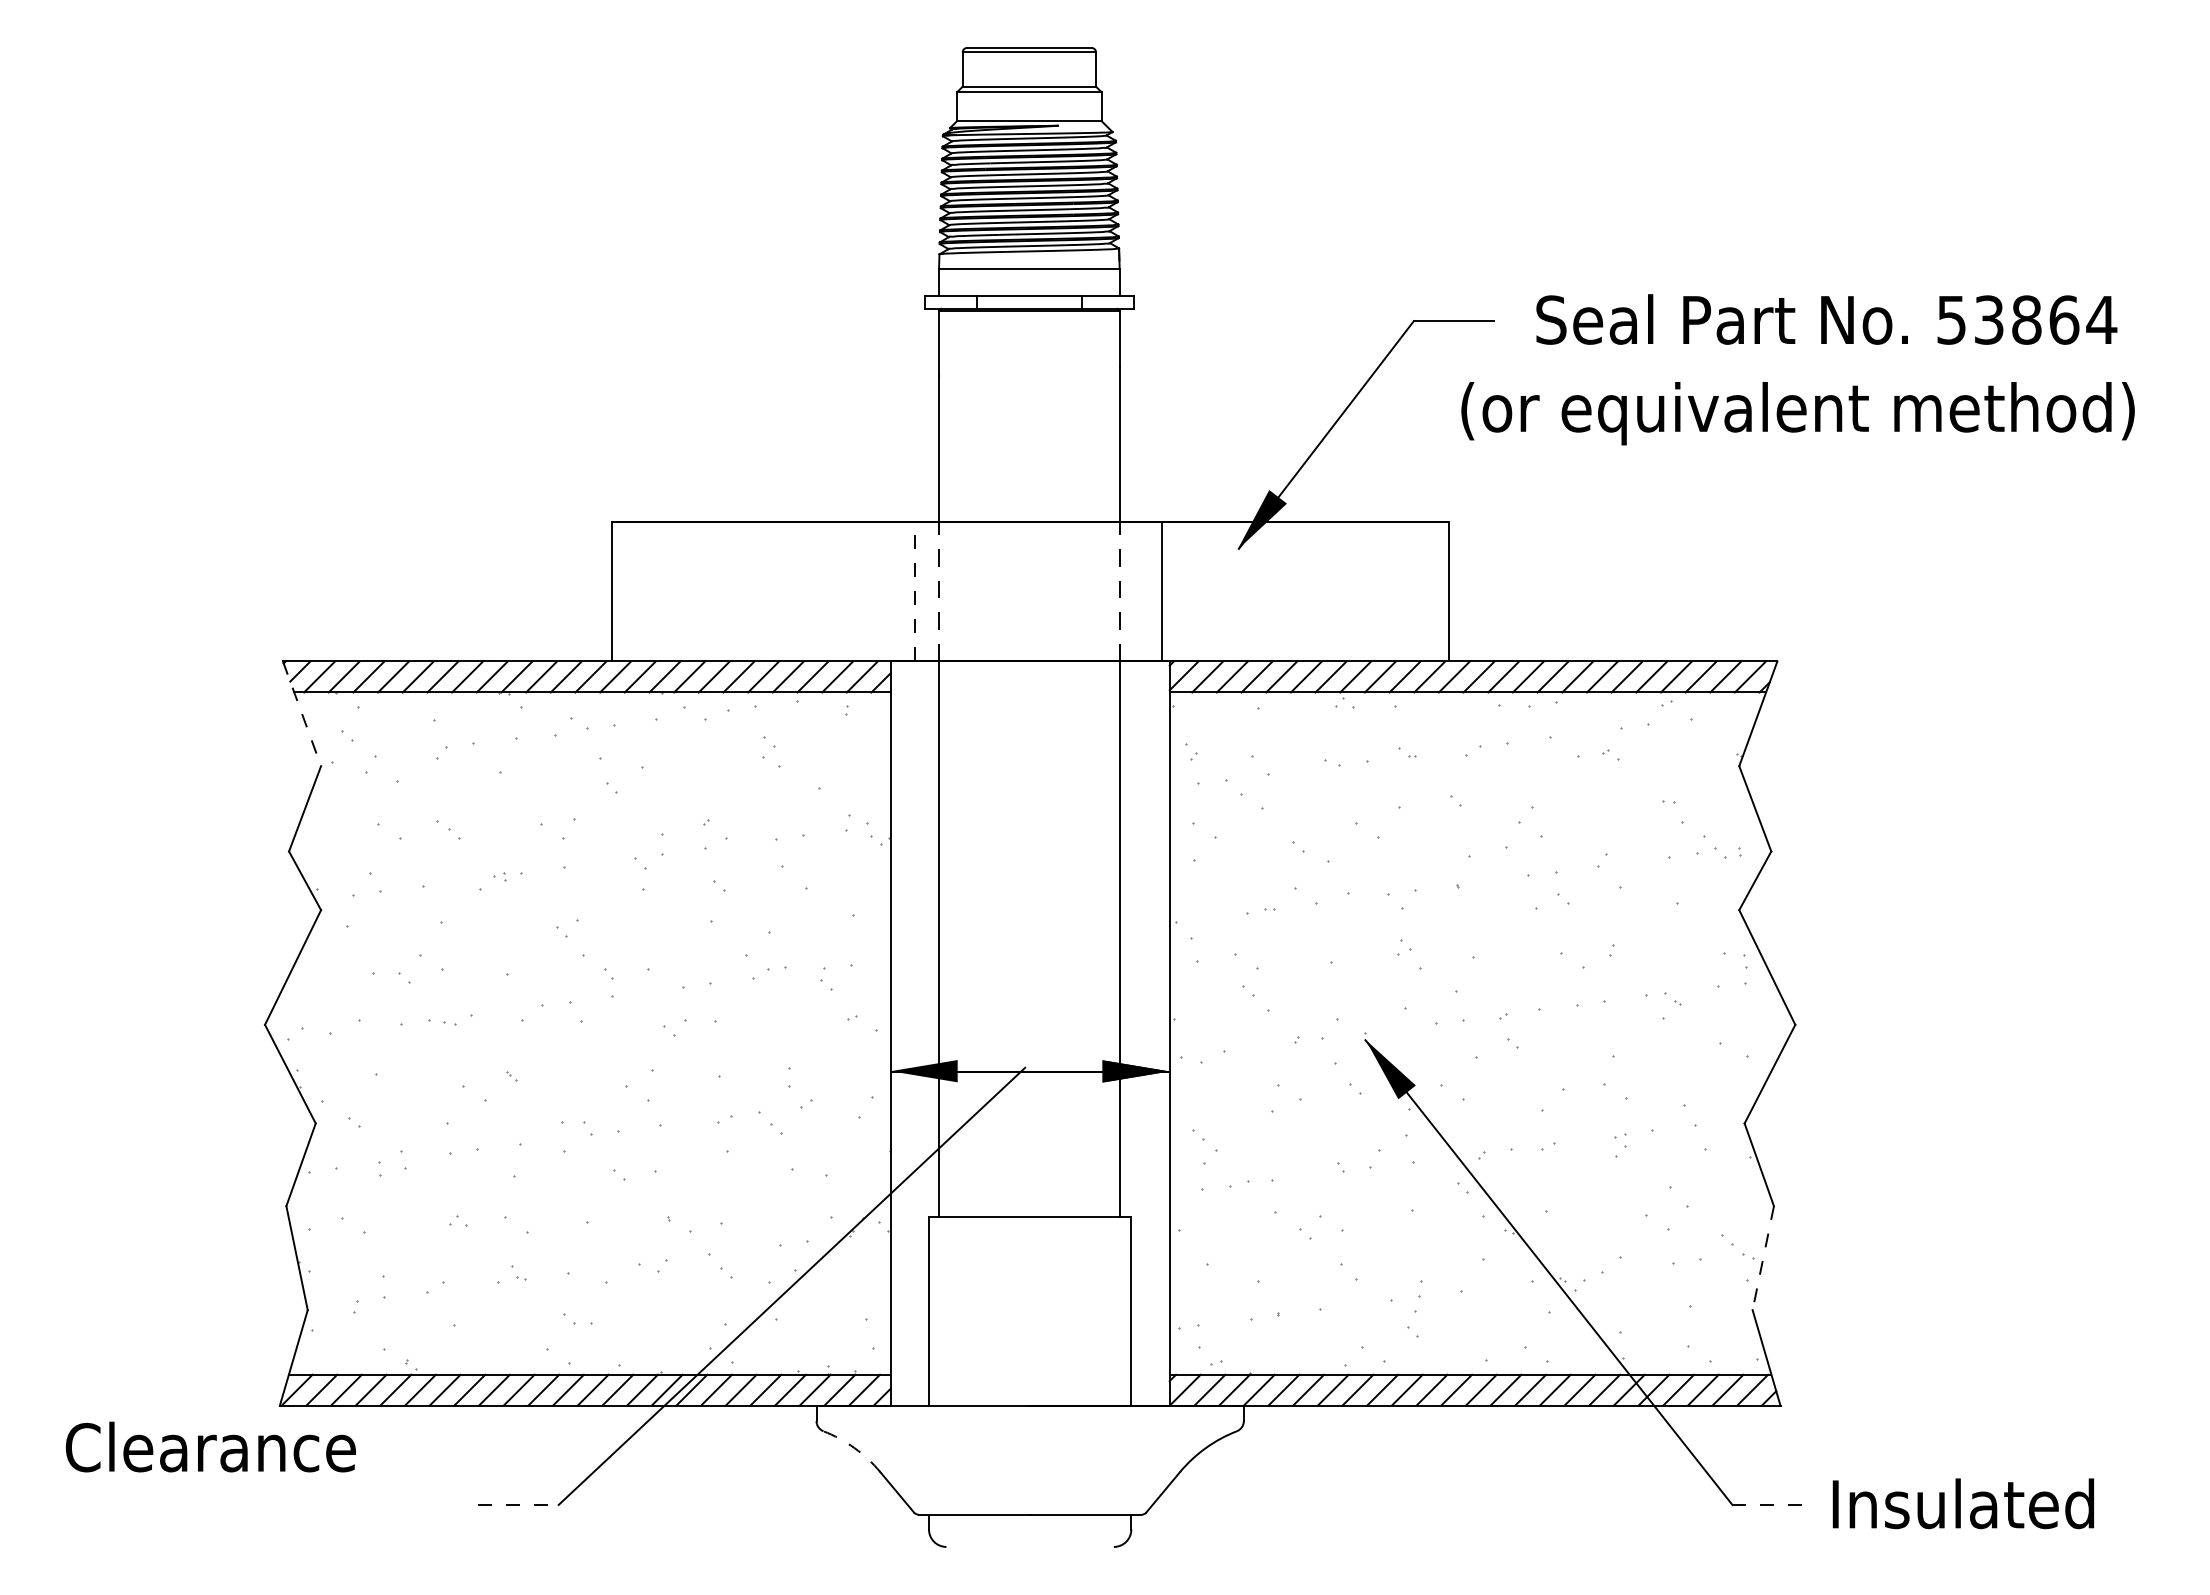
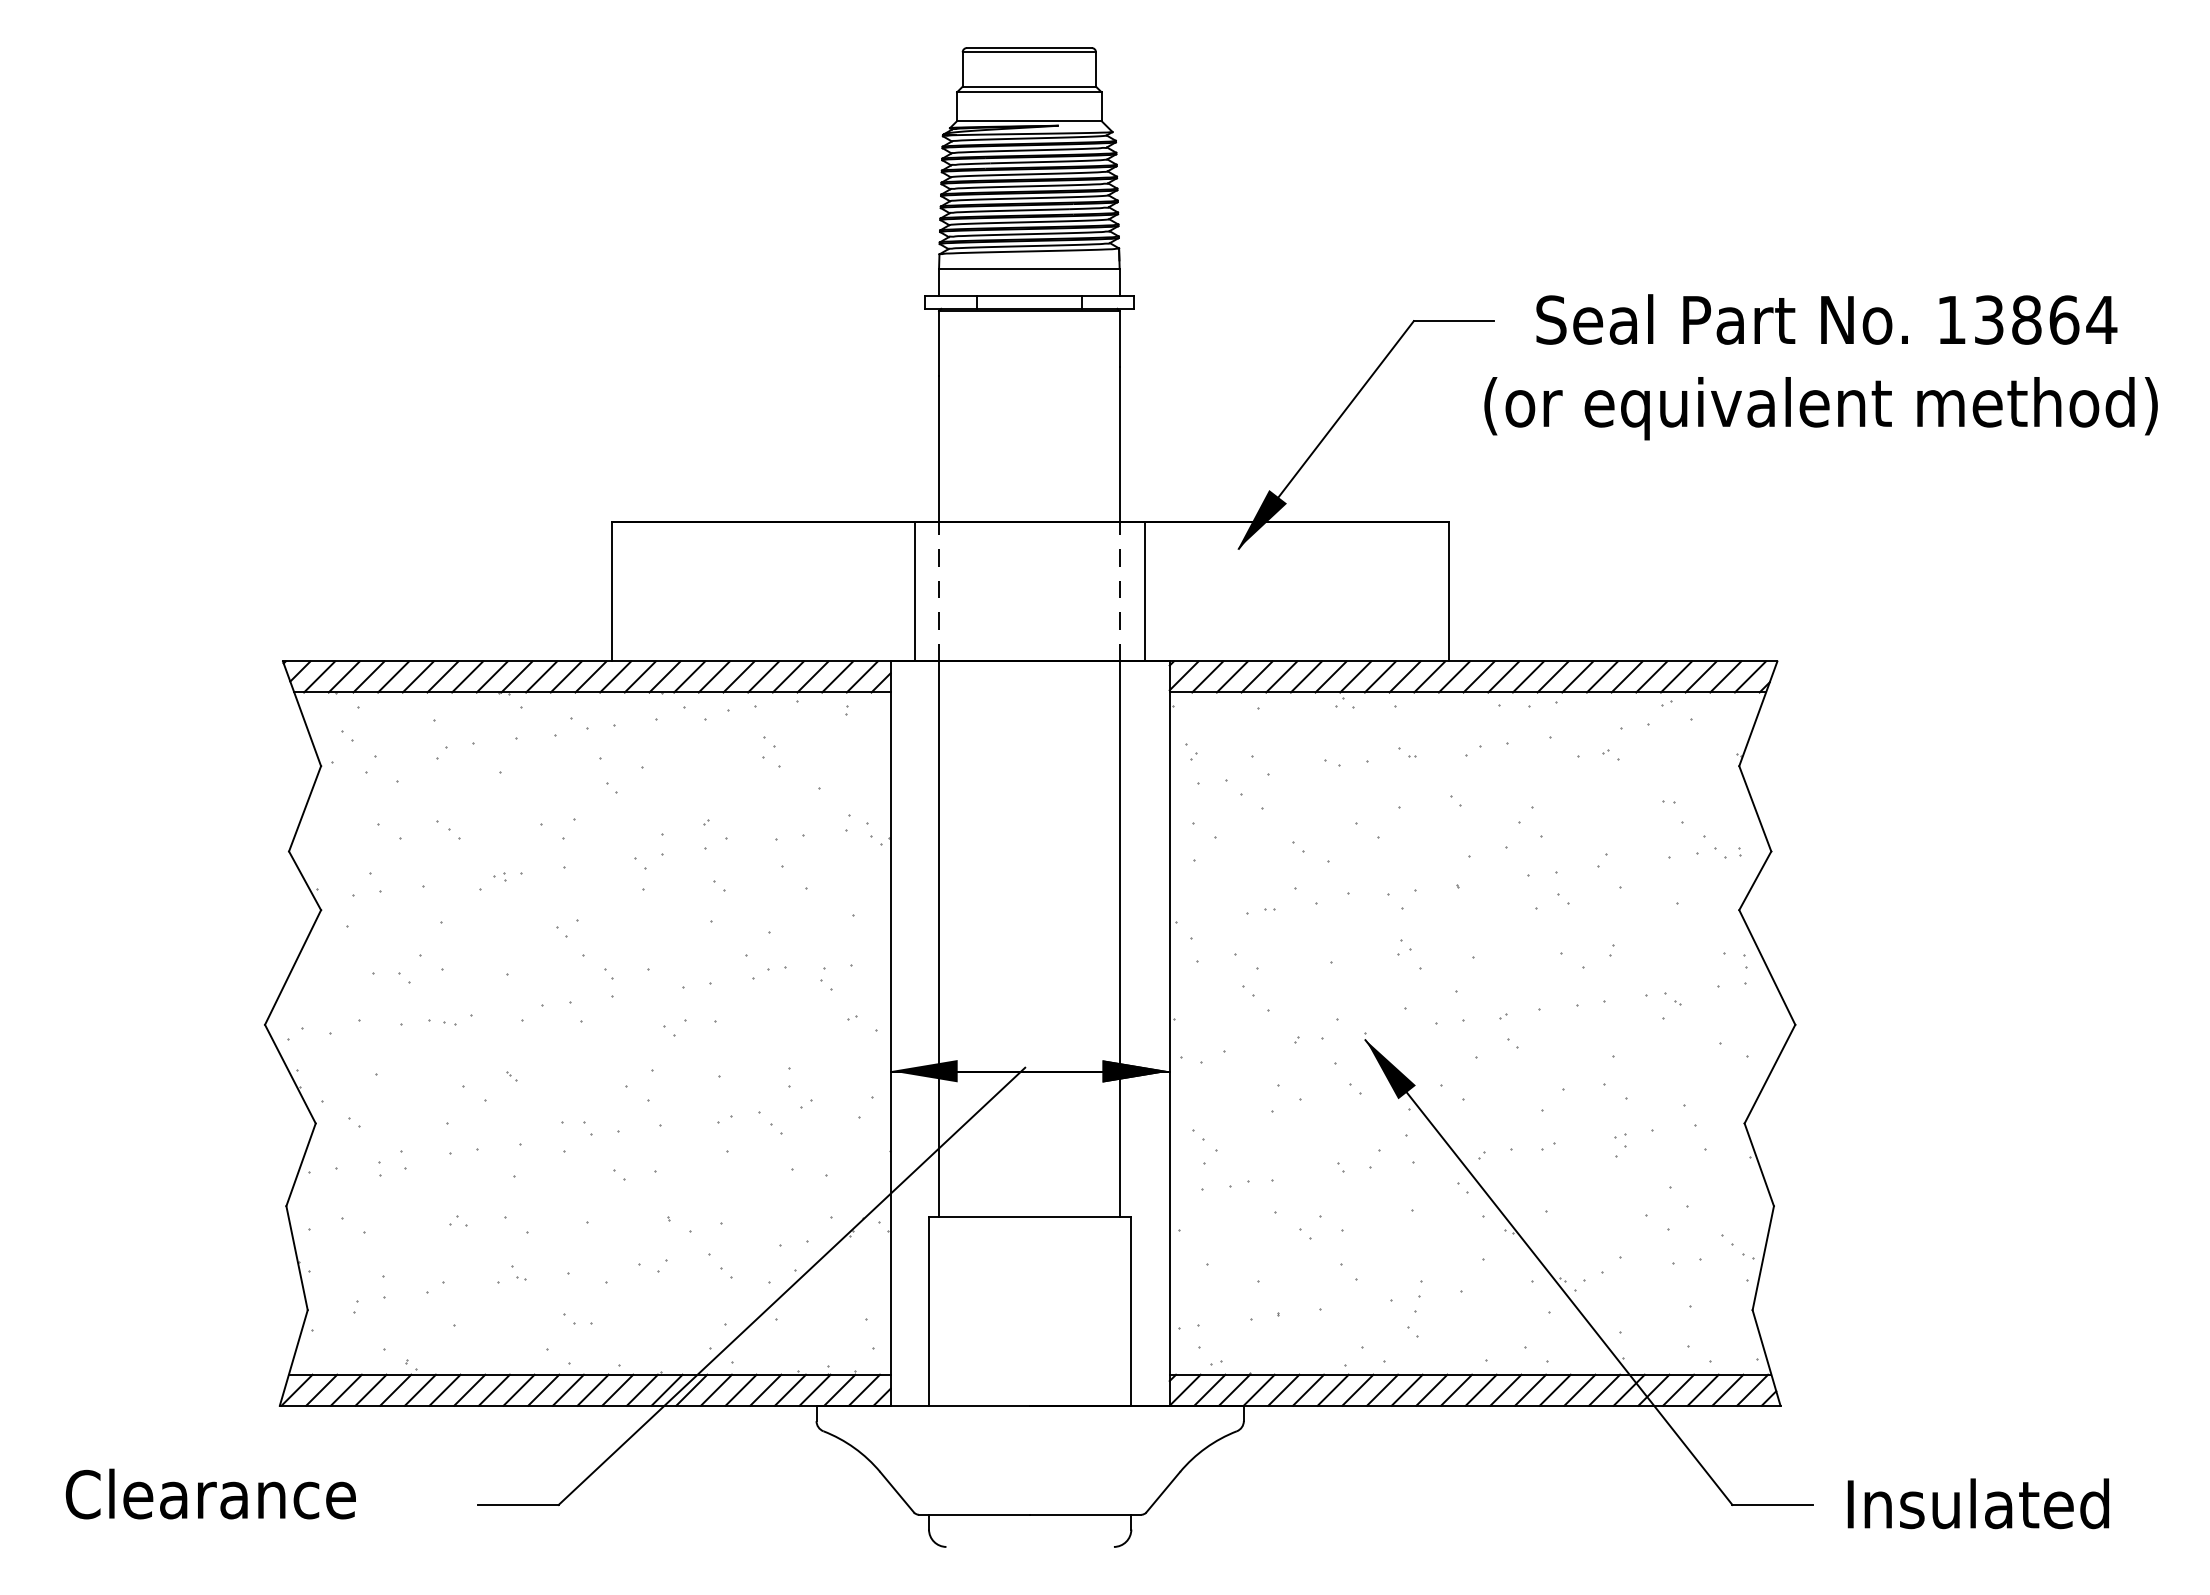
text at (1951, 320): 53864 -> 13864
text at (1797, 413) position: (1797, 413) -> (1820, 408)
line at (915, 591): dashed -> solid
line at (1161, 591) position: (1161, 591) -> (1144, 591)
line at (302, 713): dashed -> solid
line at (1763, 1258): dashed -> solid
text at (210, 1446) position: (210, 1446) -> (210, 1493)
arc at (854, 1448): dashed -> solid
text at (1962, 1503) position: (1962, 1503) -> (1977, 1503)
line at (518, 1504): dashed -> solid
line at (1773, 1504): dashed -> solid
